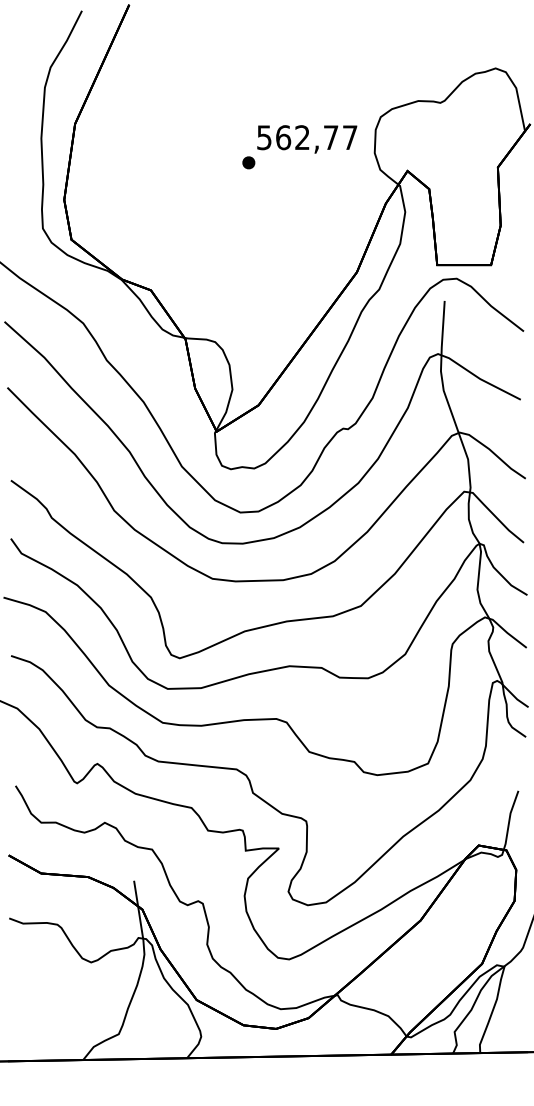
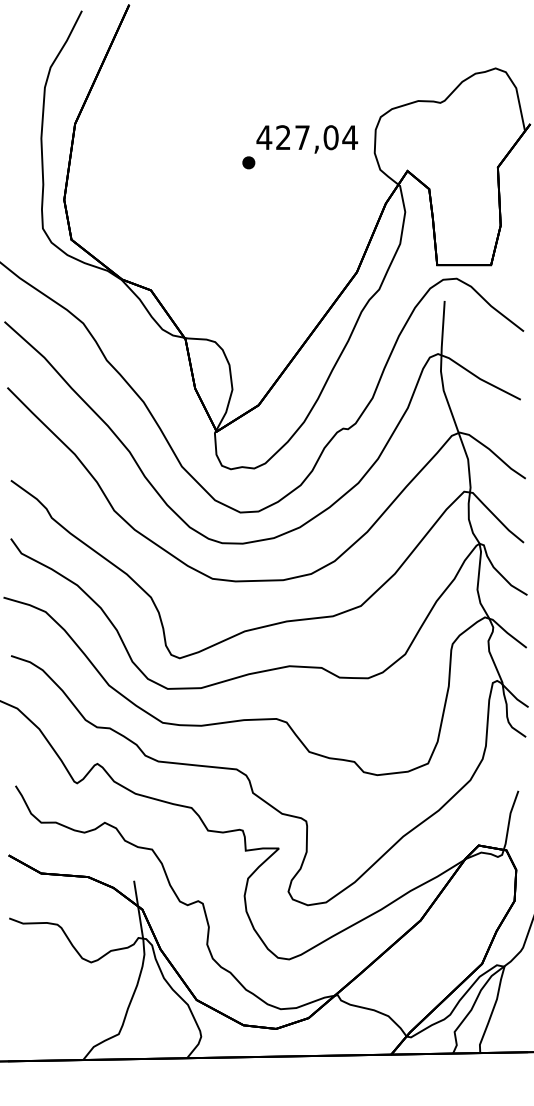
text at (307, 137): 562,77 -> 427,04
